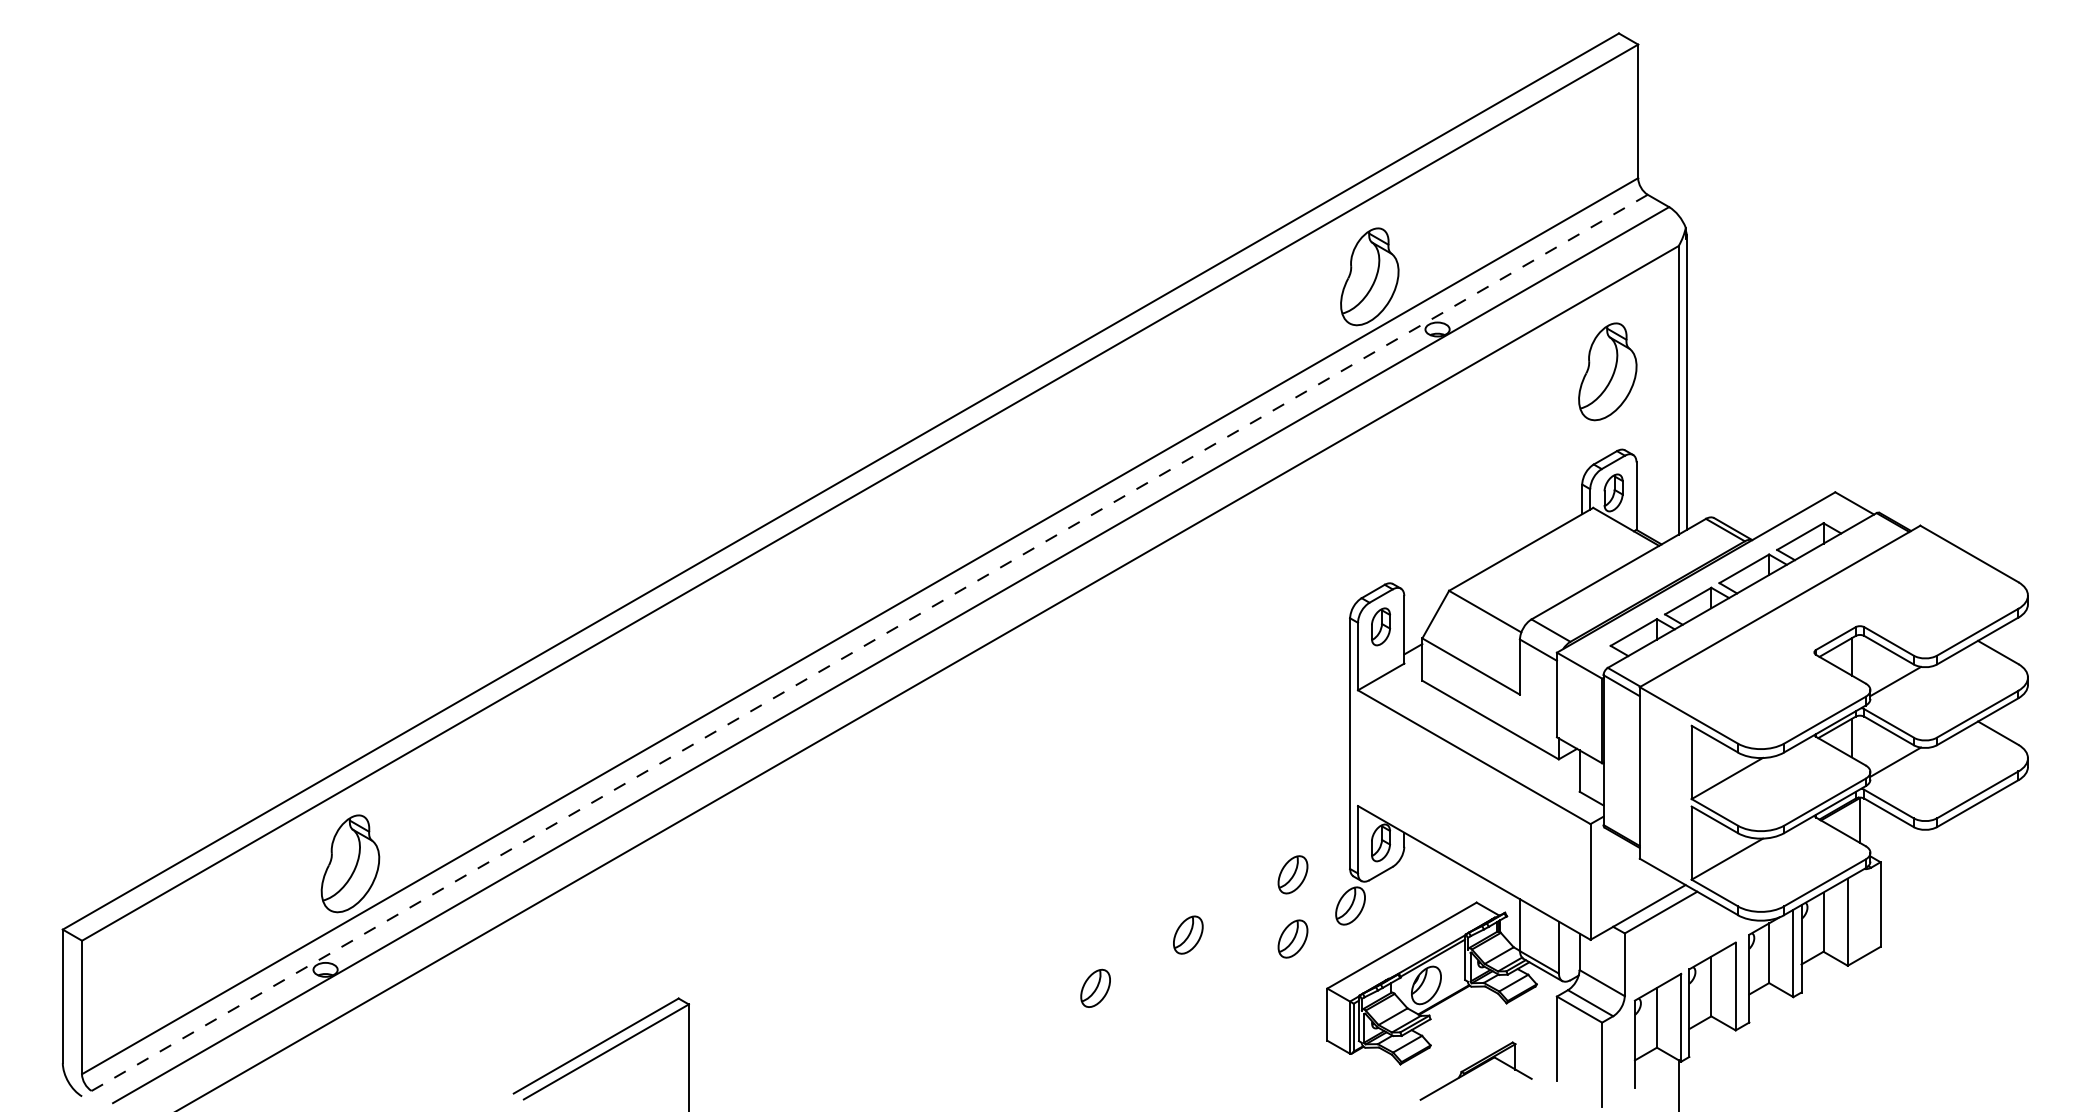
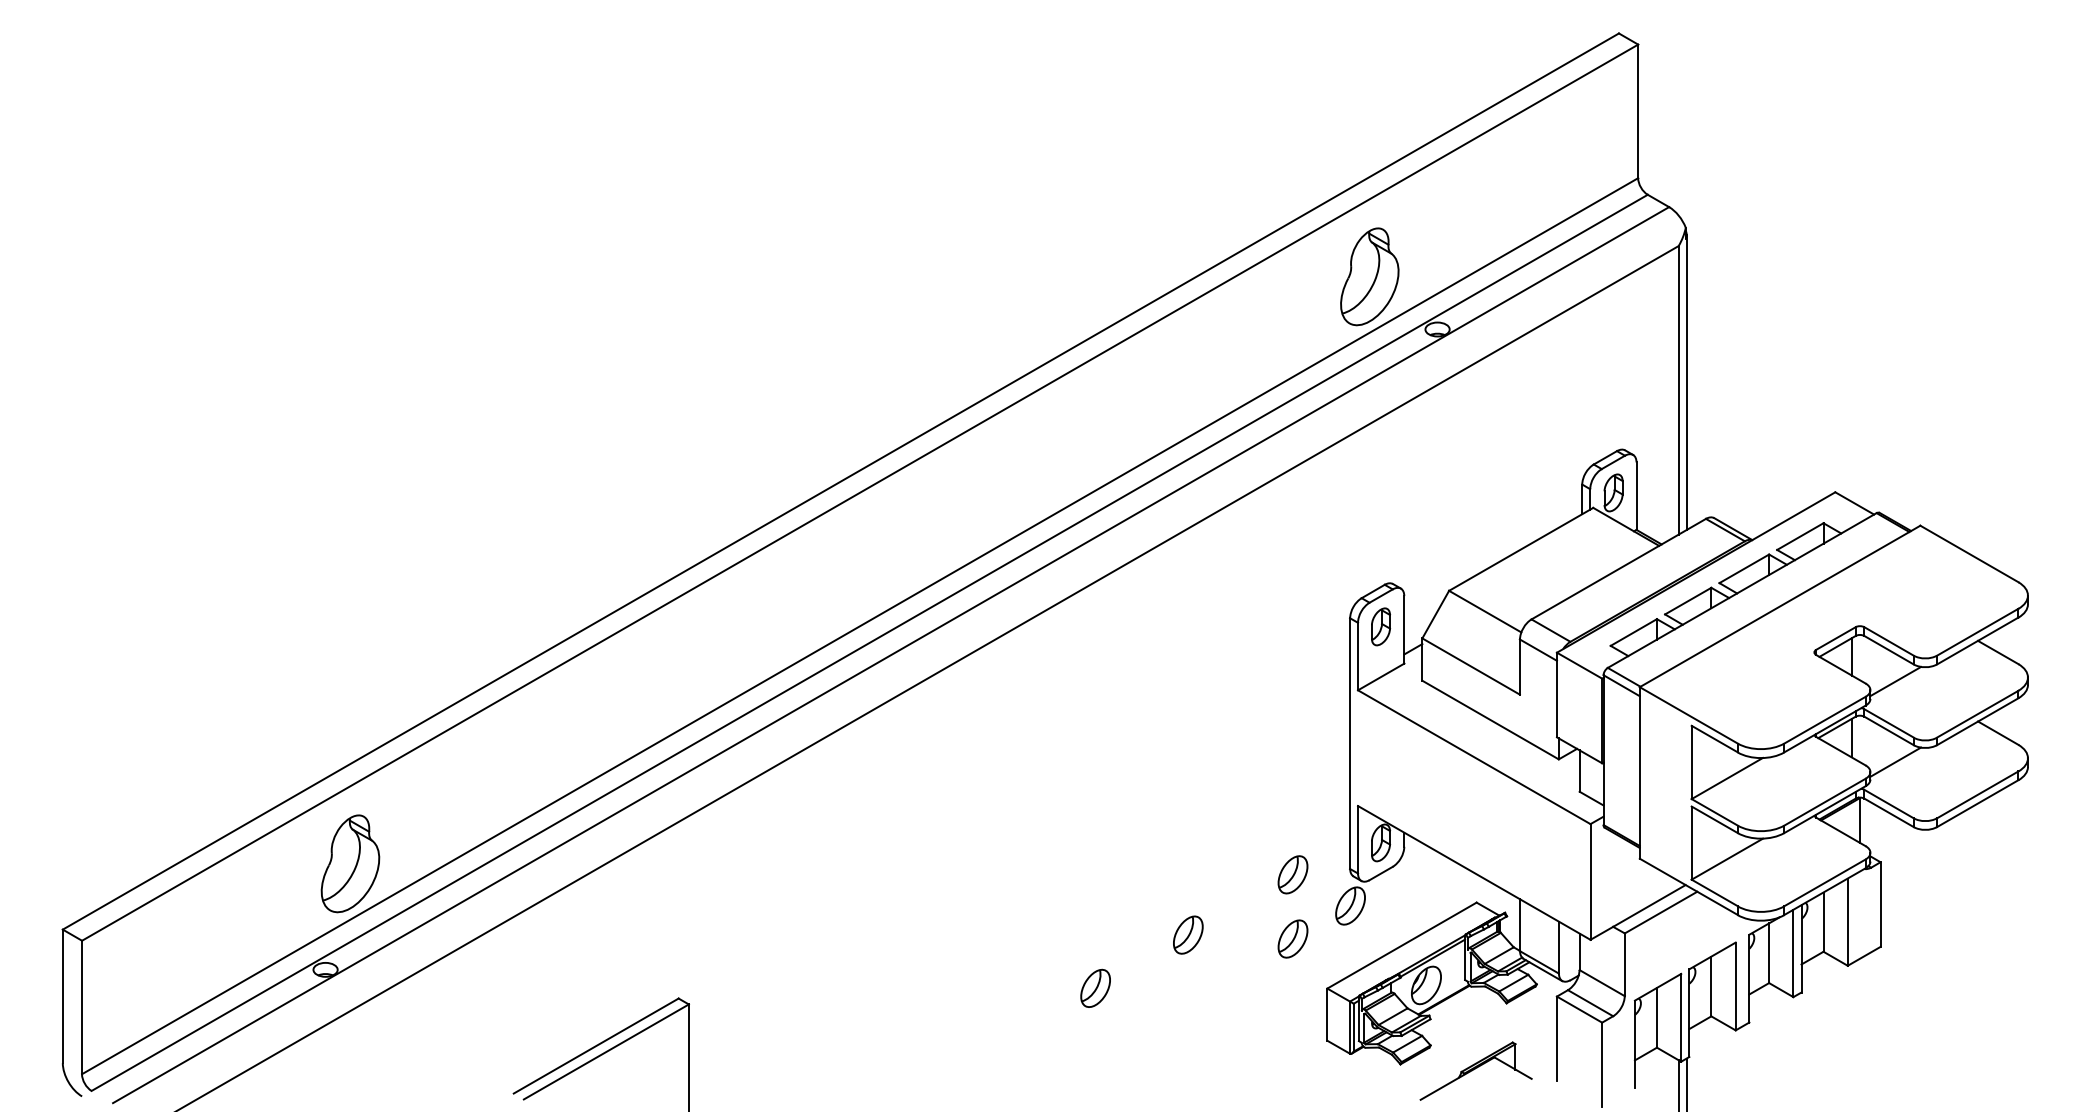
part at (1607, 371): present -> none
line at (869, 642): dashed -> solid
line at (1686, 1083): none -> present
